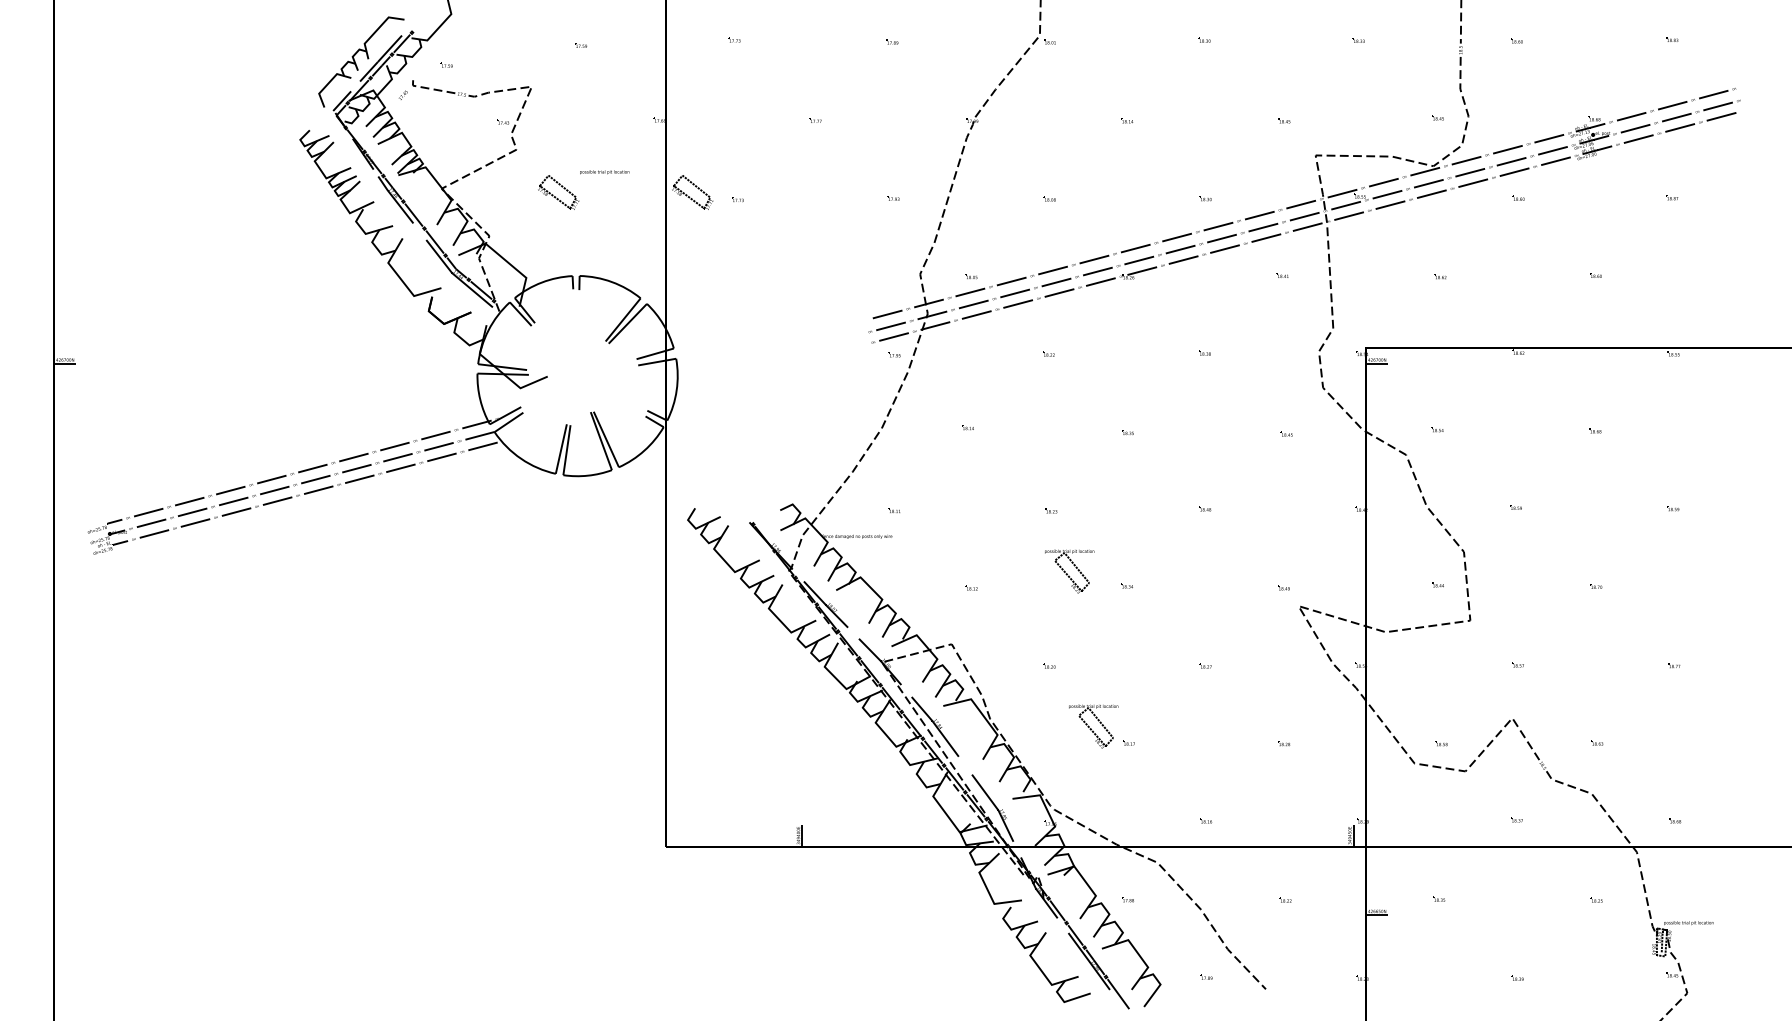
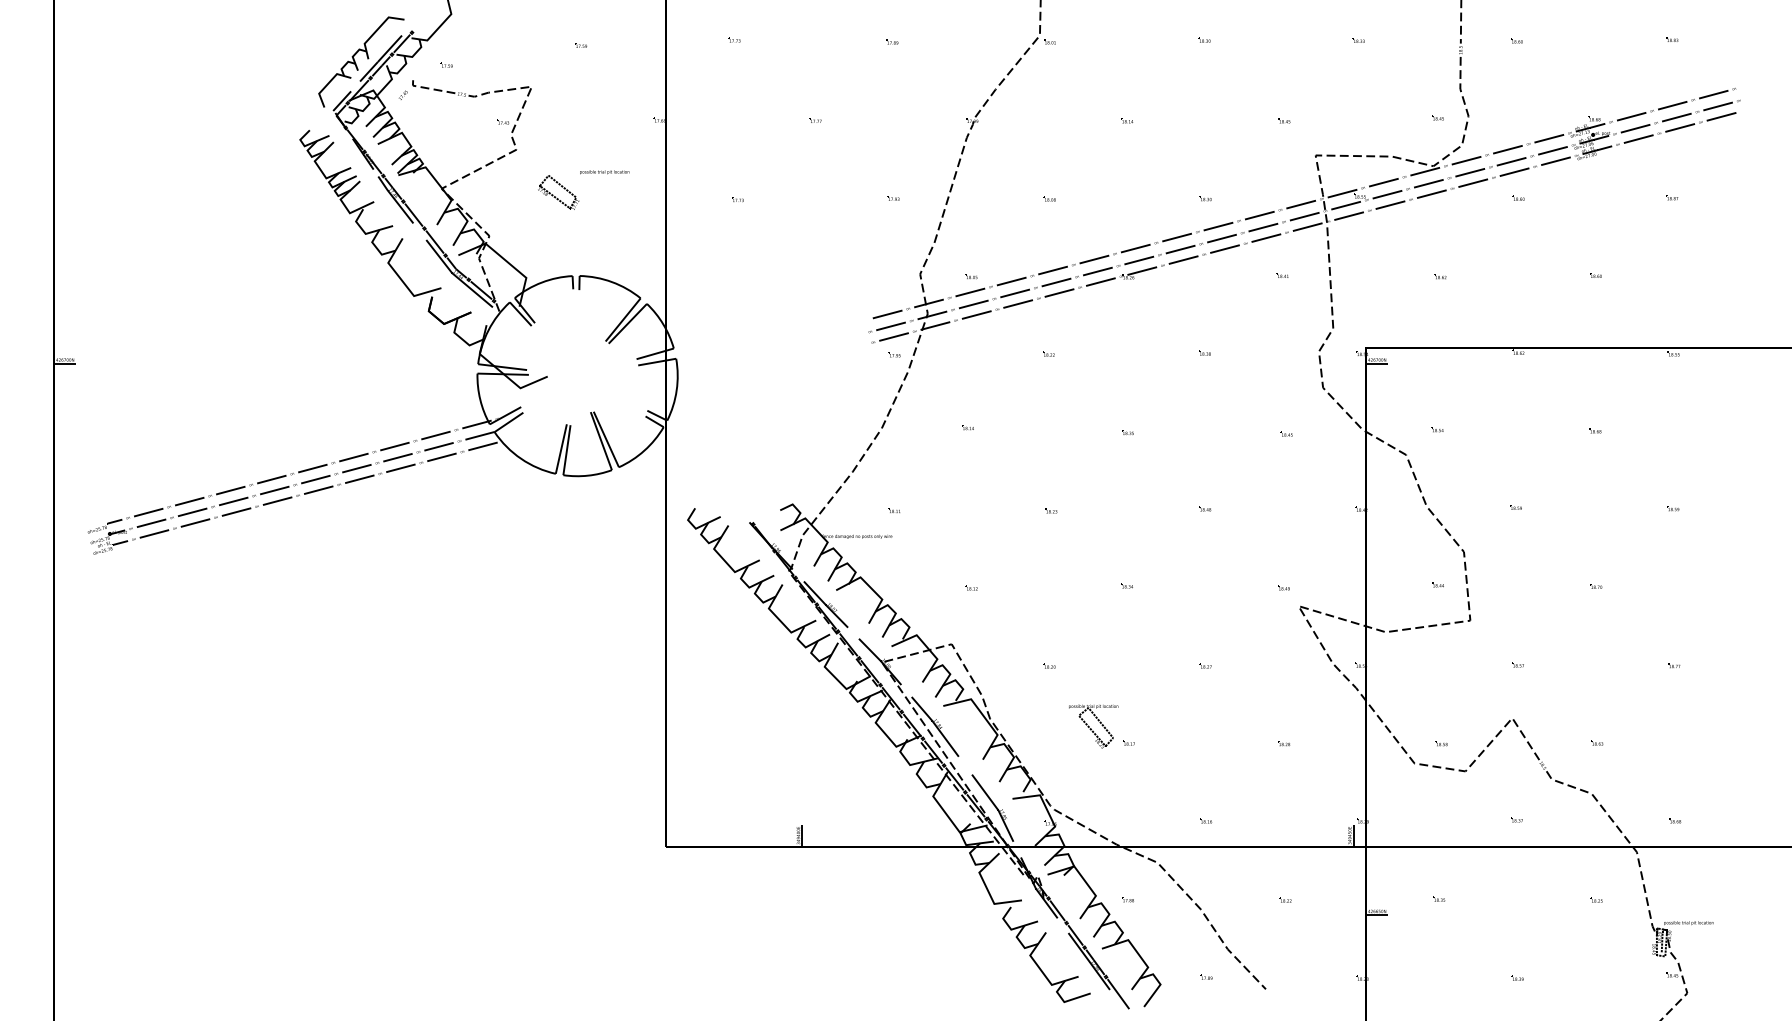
part at (692, 192): present -> none
part at (1069, 571): present -> none
